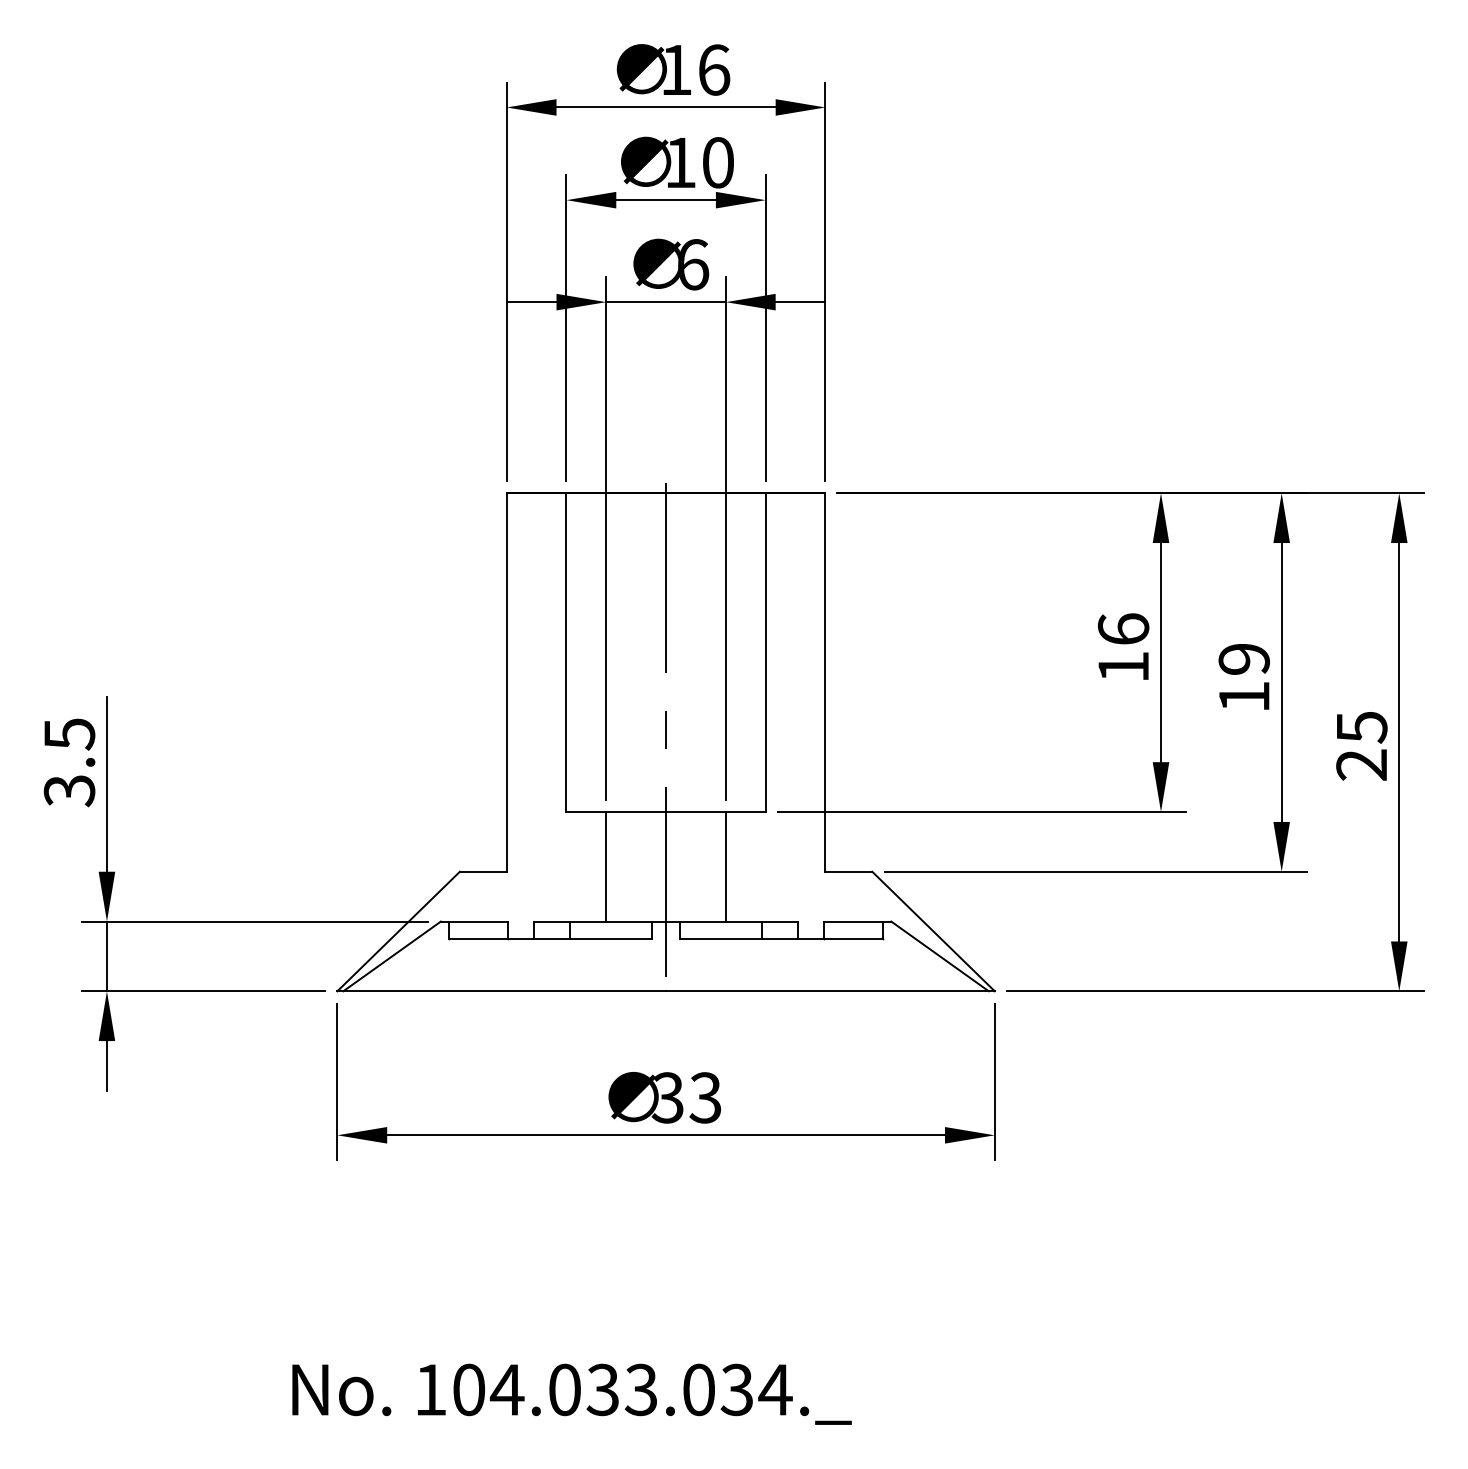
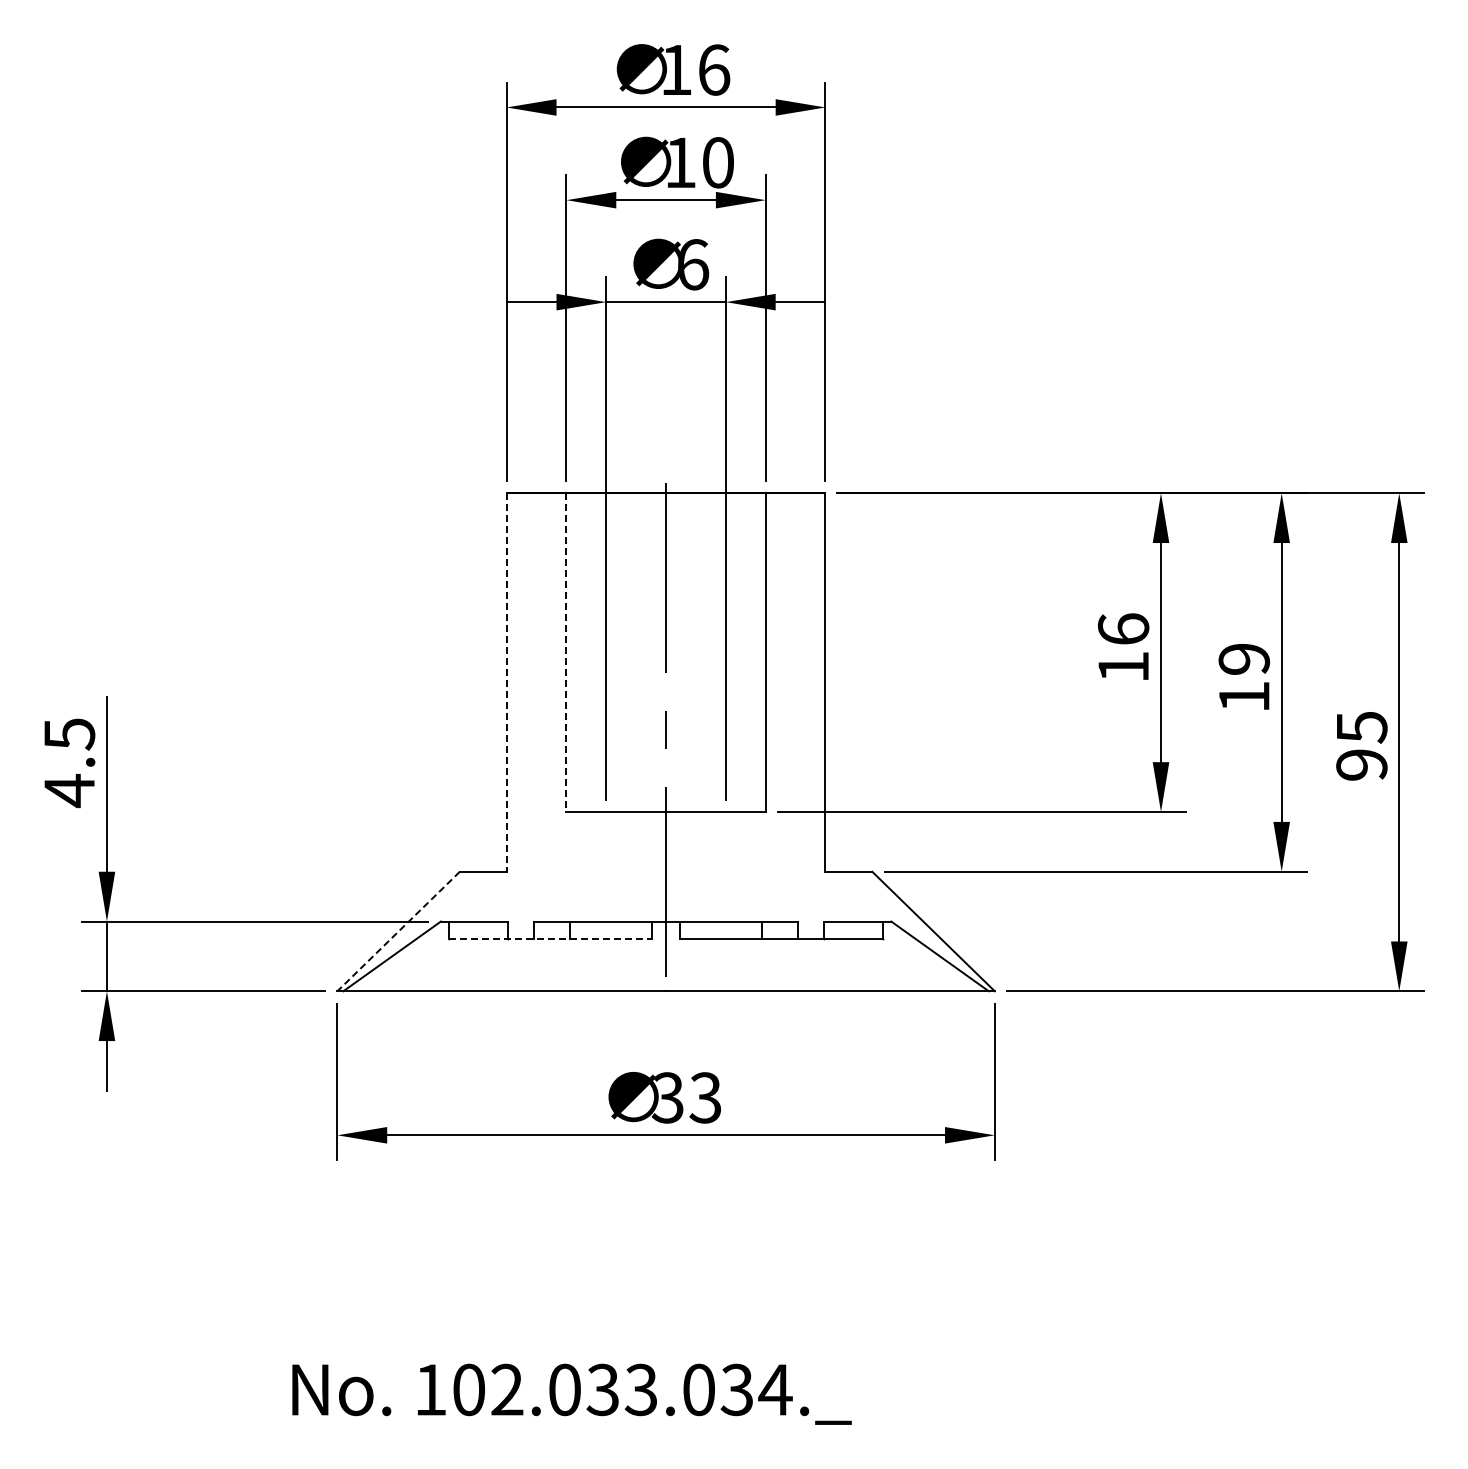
line at (566, 653): solid -> dashed
line at (506, 682): solid -> dashed
text at (1361, 764): 25 -> 95
text at (69, 790): 3.5 -> 4.5
line at (606, 866): present -> none
line at (725, 866): present -> none
line at (398, 931): solid -> dashed
line at (550, 939): solid -> dashed
text at (506, 1389): 104.033.034._ -> 102.033.034._
